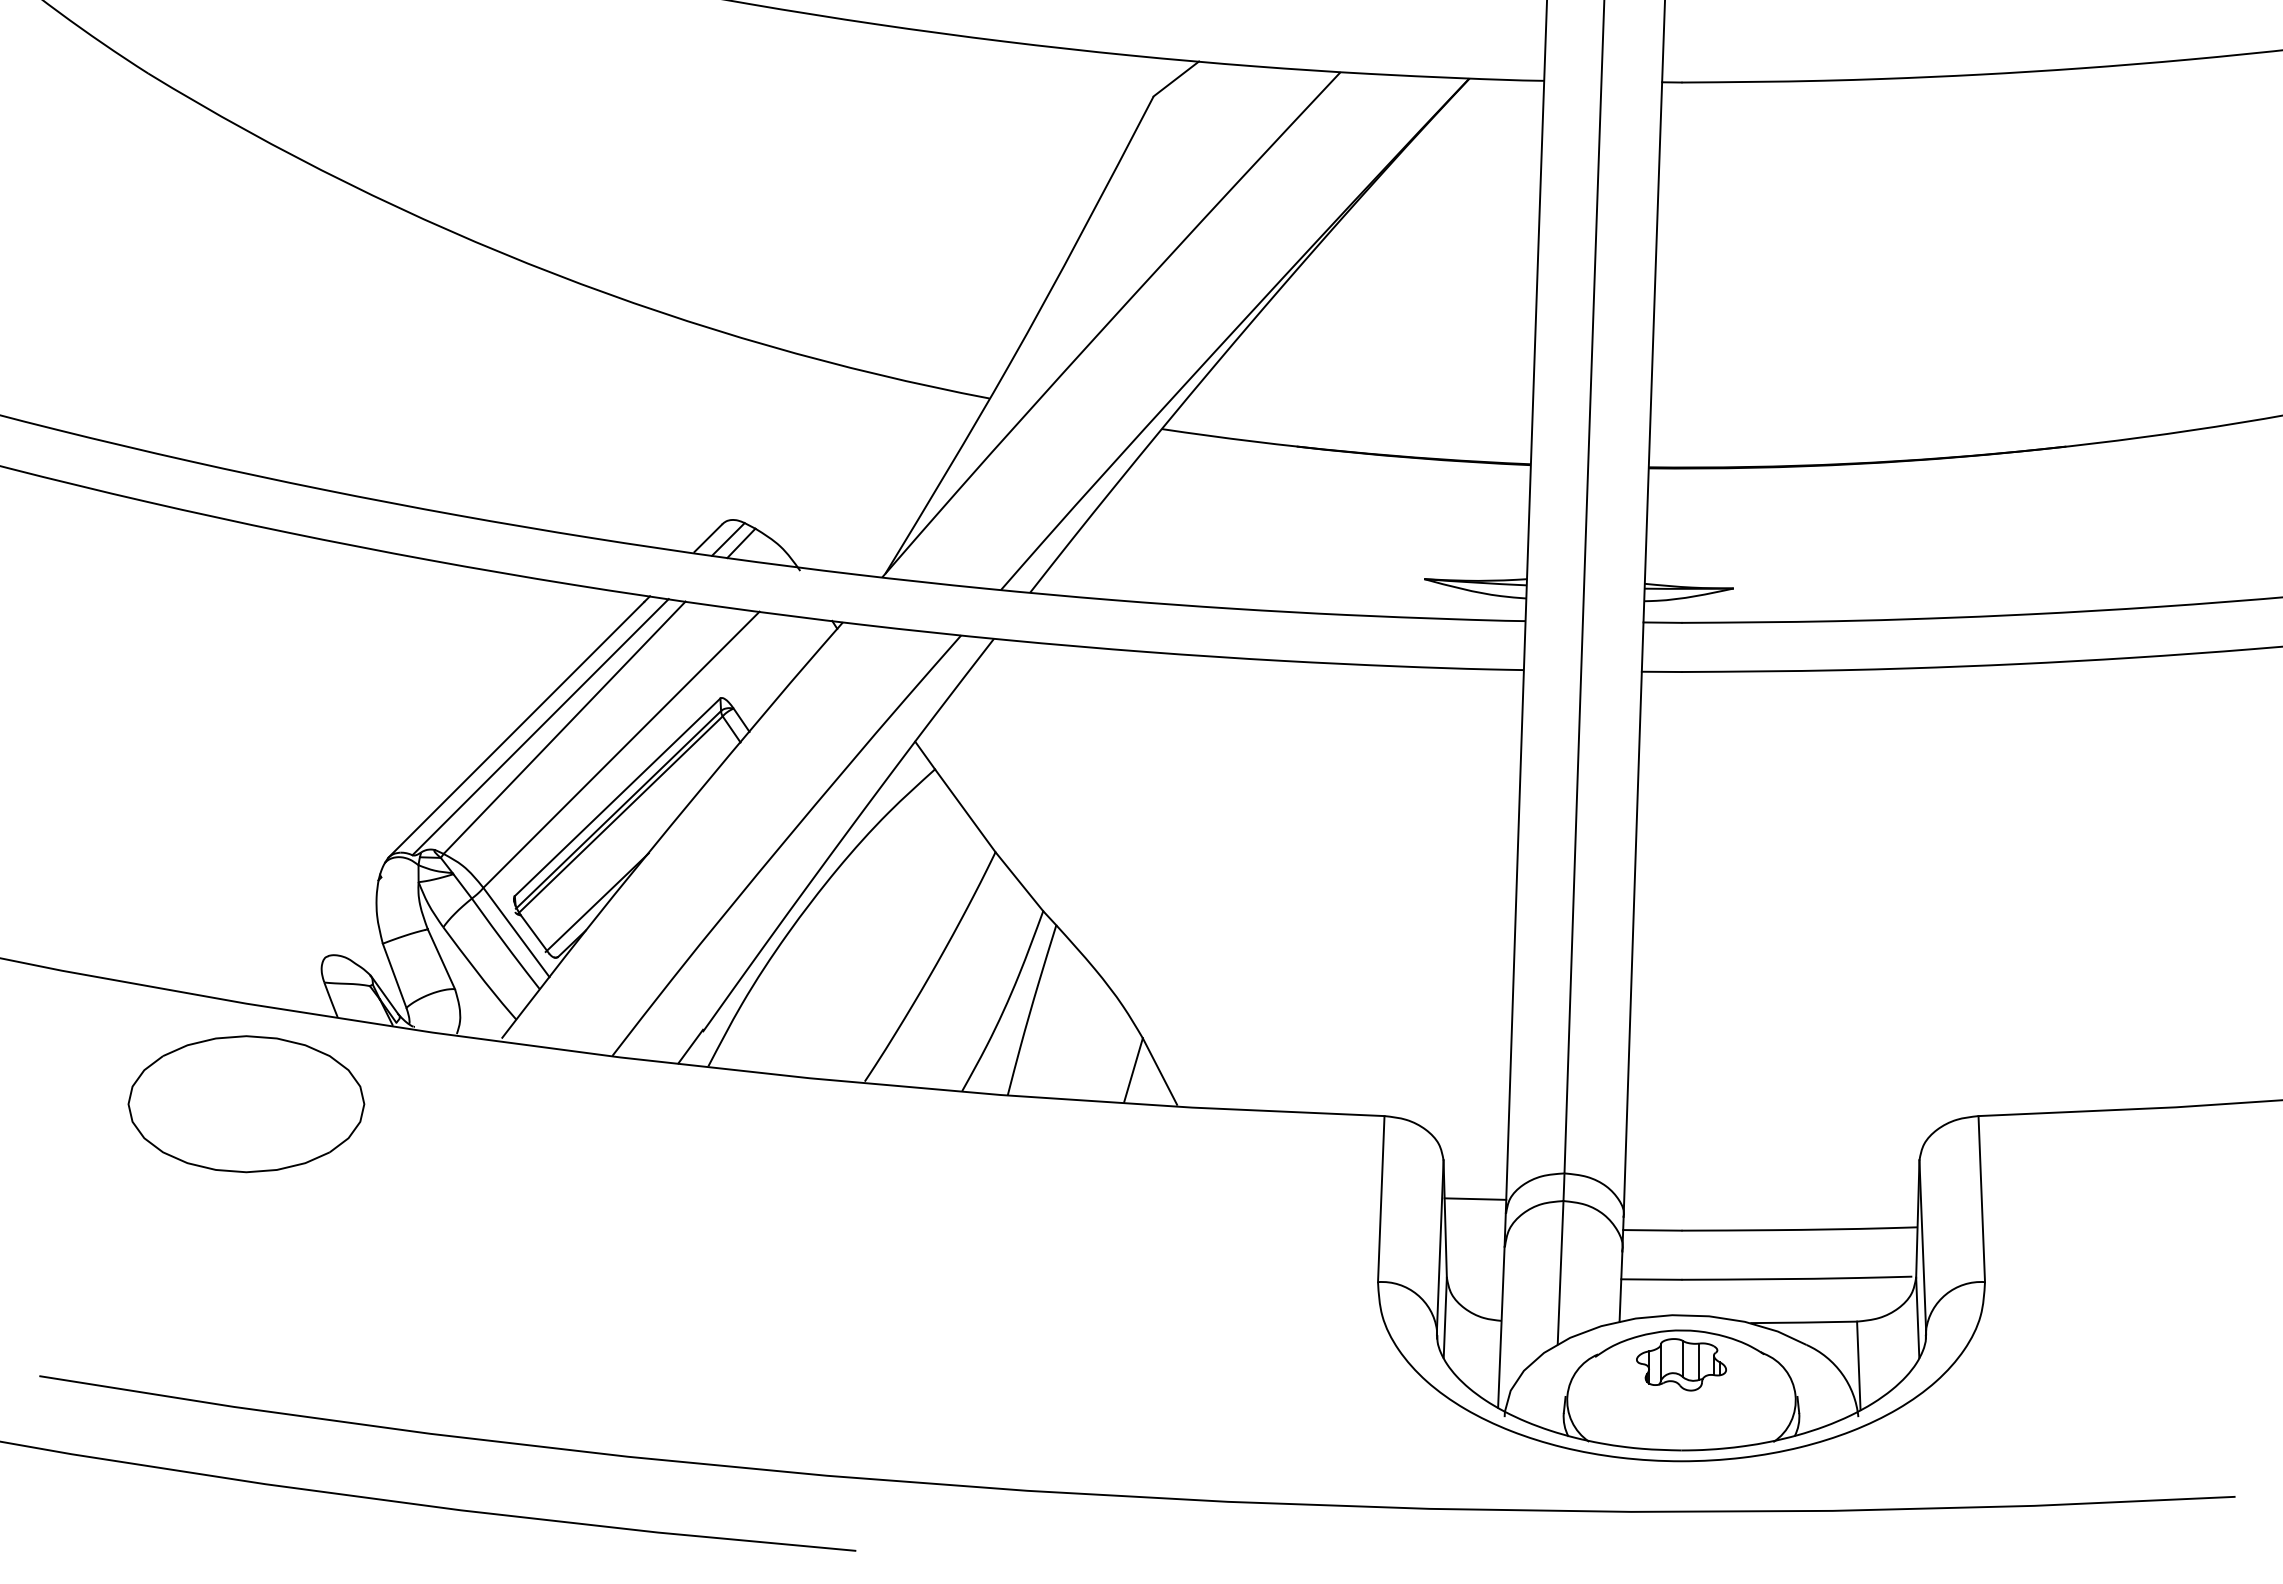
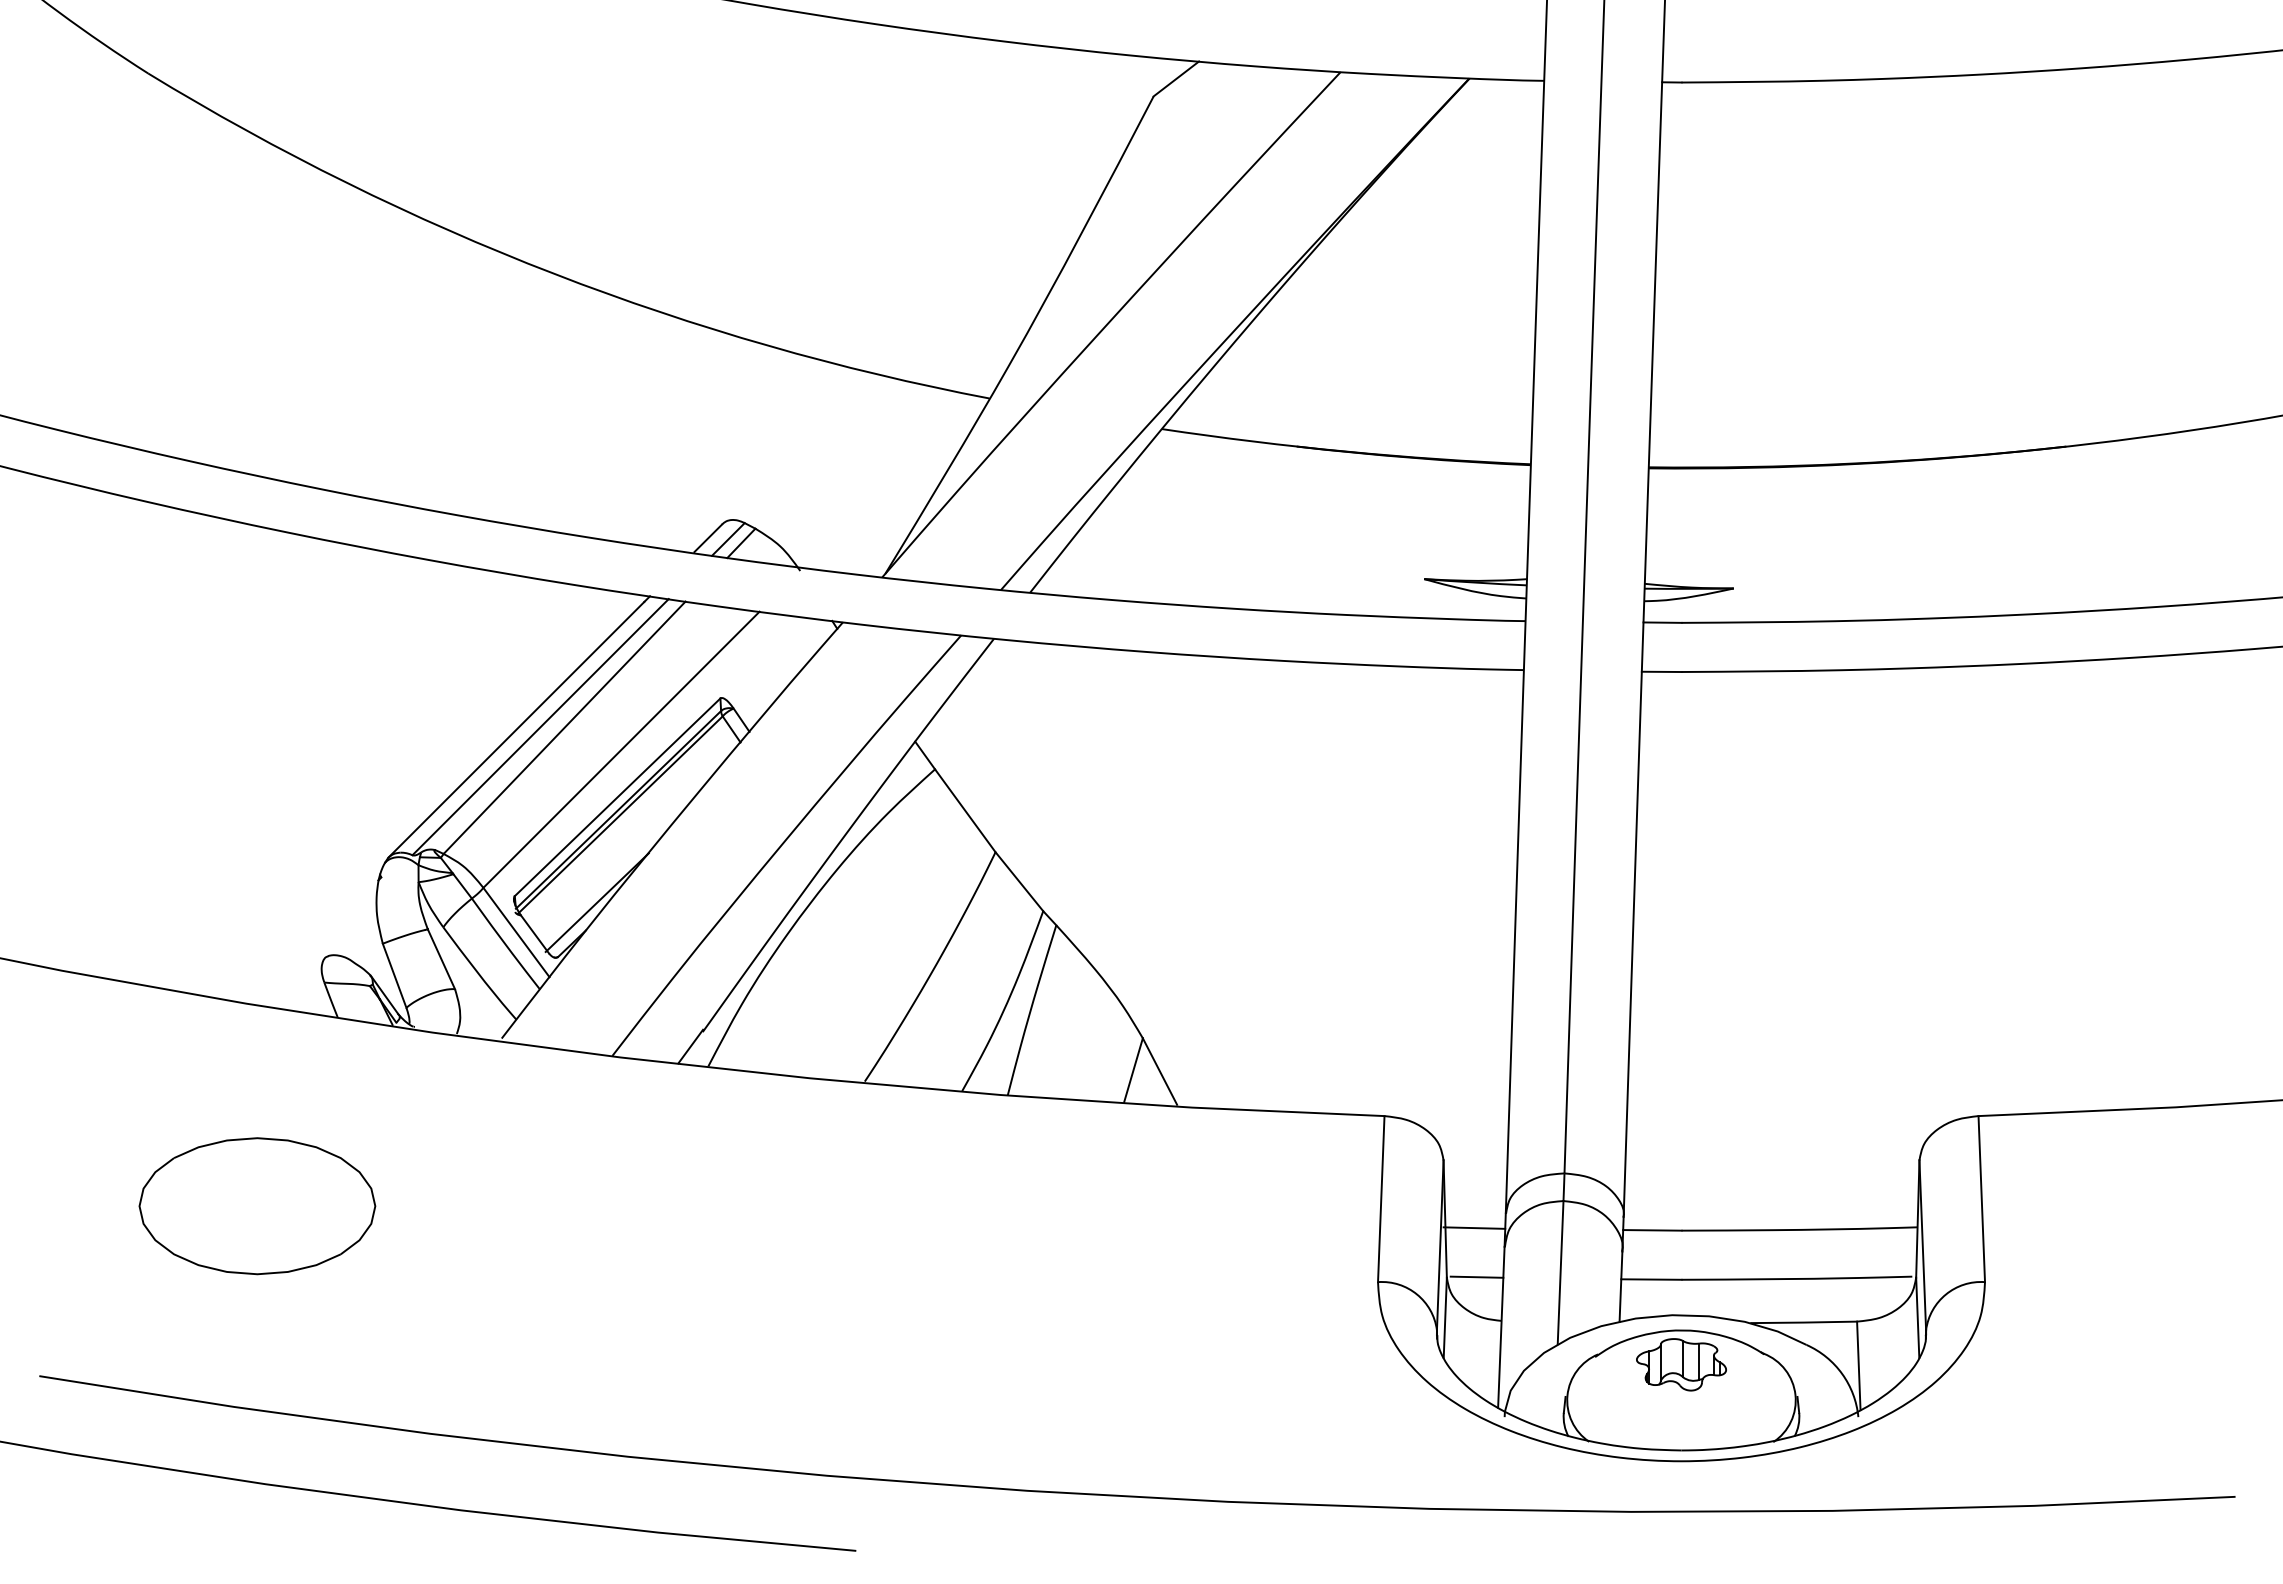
part at (246, 1104) position: (246, 1104) -> (257, 1206)
line at (1475, 1198) position: (1475, 1198) -> (1474, 1227)
line at (1476, 1276): none -> present
